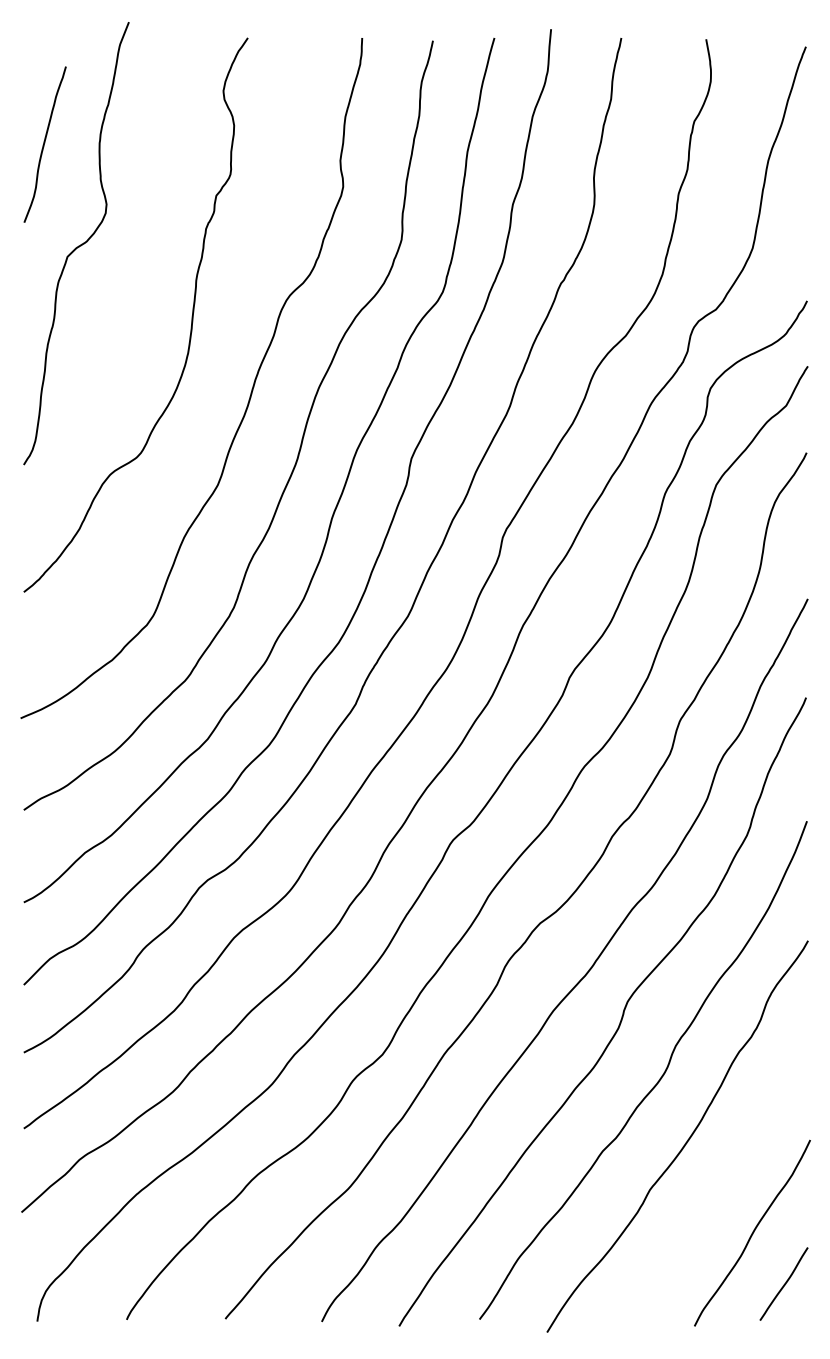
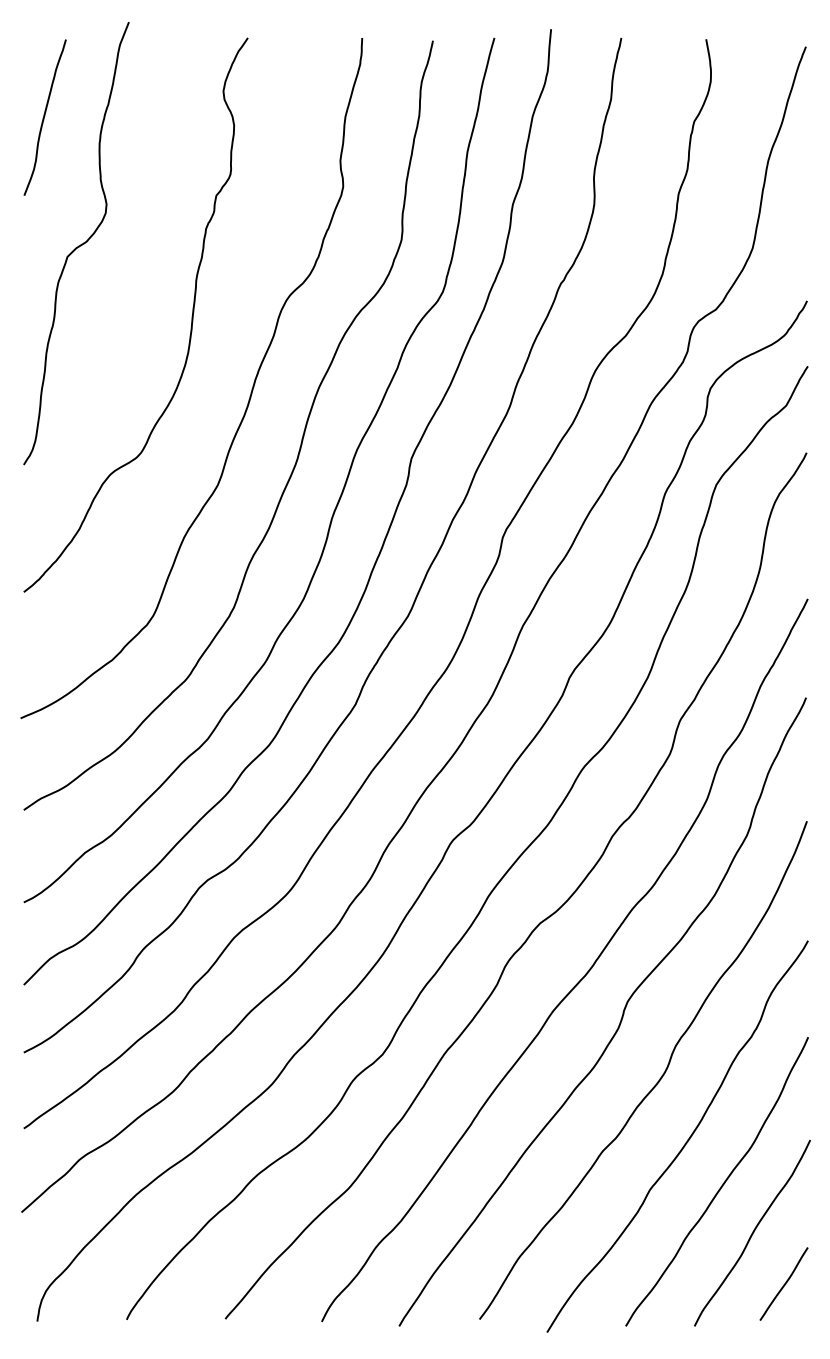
curve at (44, 144) position: (44, 144) -> (44, 117)
curve at (722, 1183): none -> present
